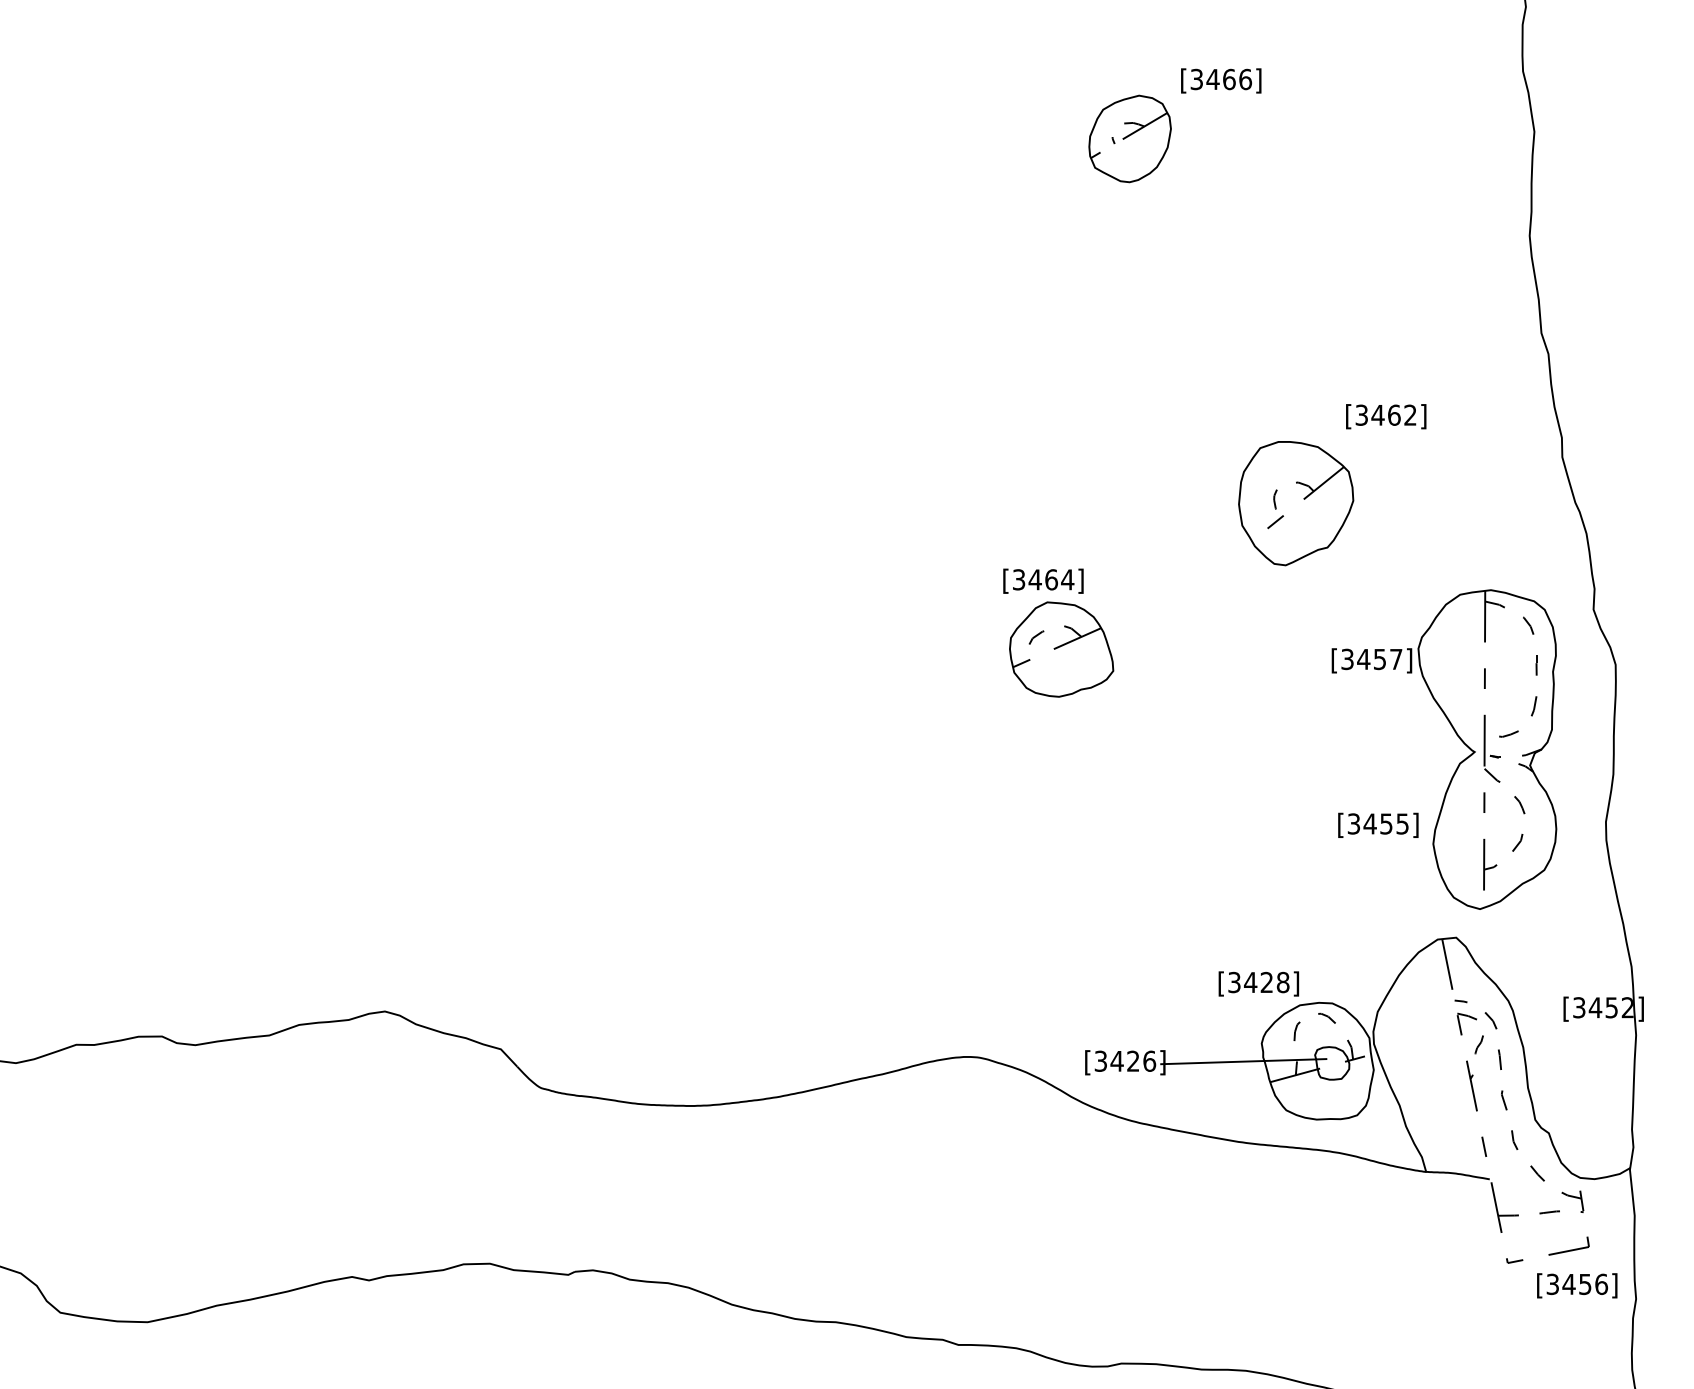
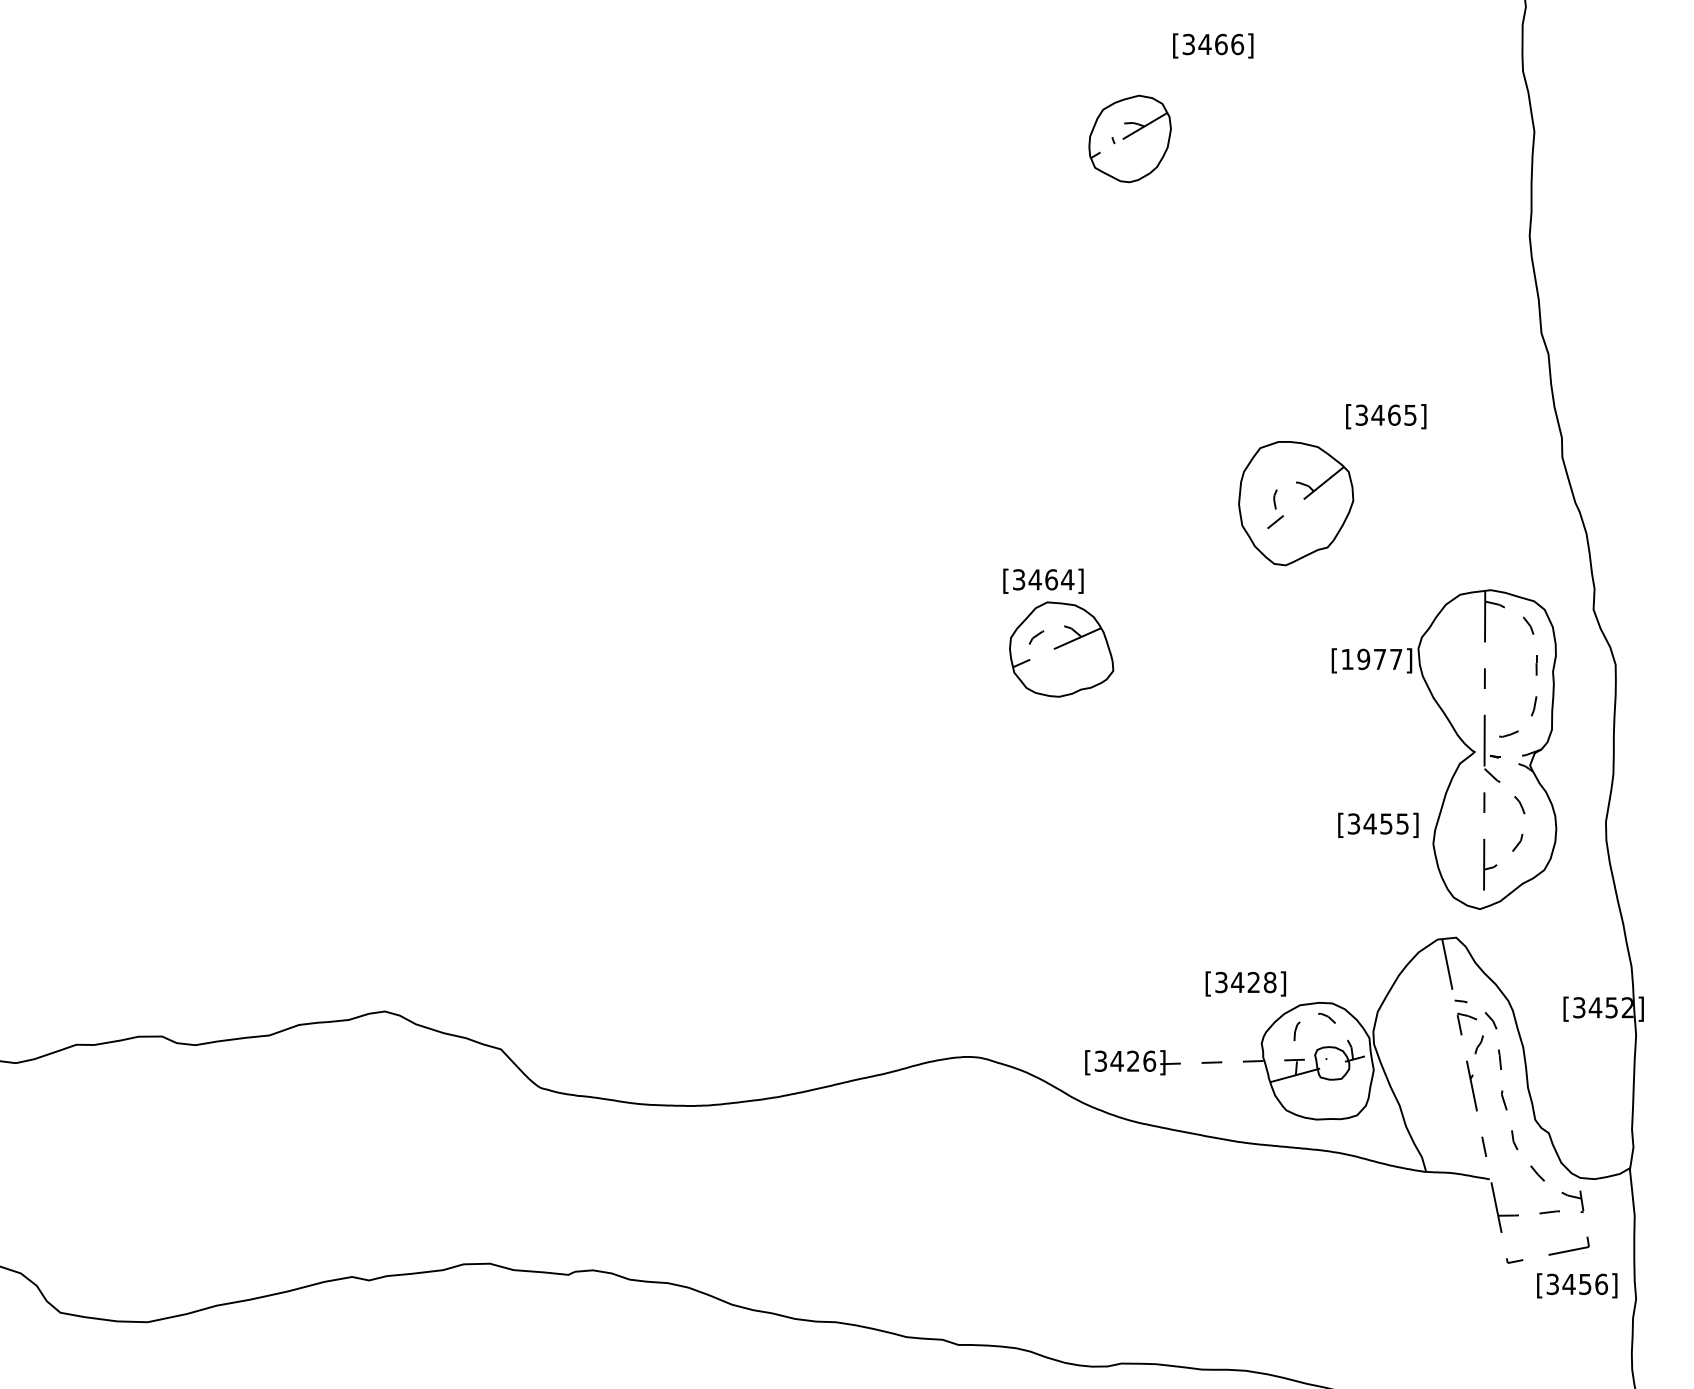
text at (1221, 80) position: (1221, 80) -> (1213, 45)
text at (1410, 414): [3462] -> [3465]
text at (1363, 659): [3457] -> [1977]
text at (1258, 983) position: (1258, 983) -> (1245, 983)
line at (1243, 1061): solid -> dashed
